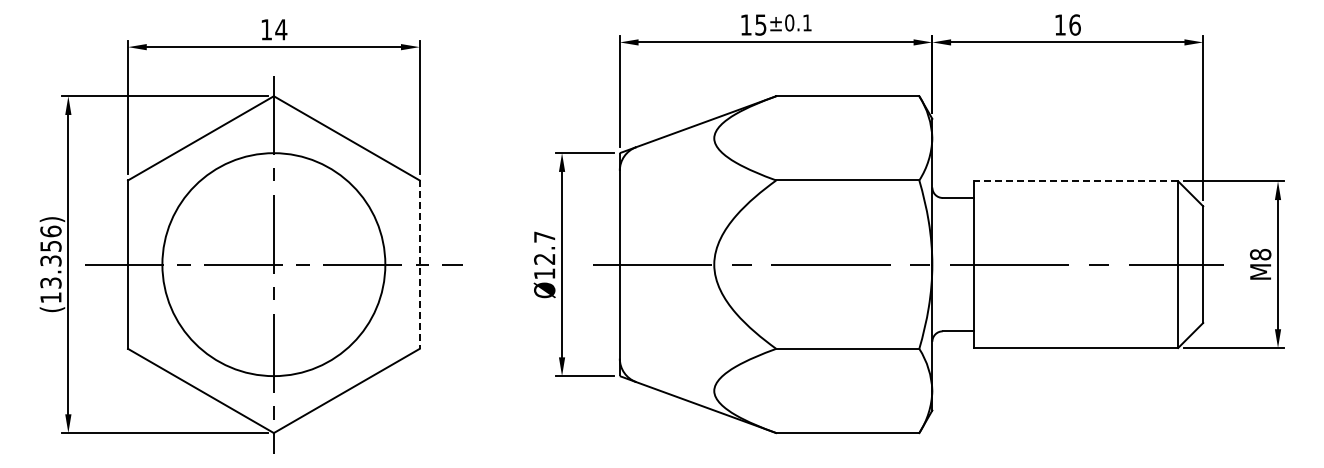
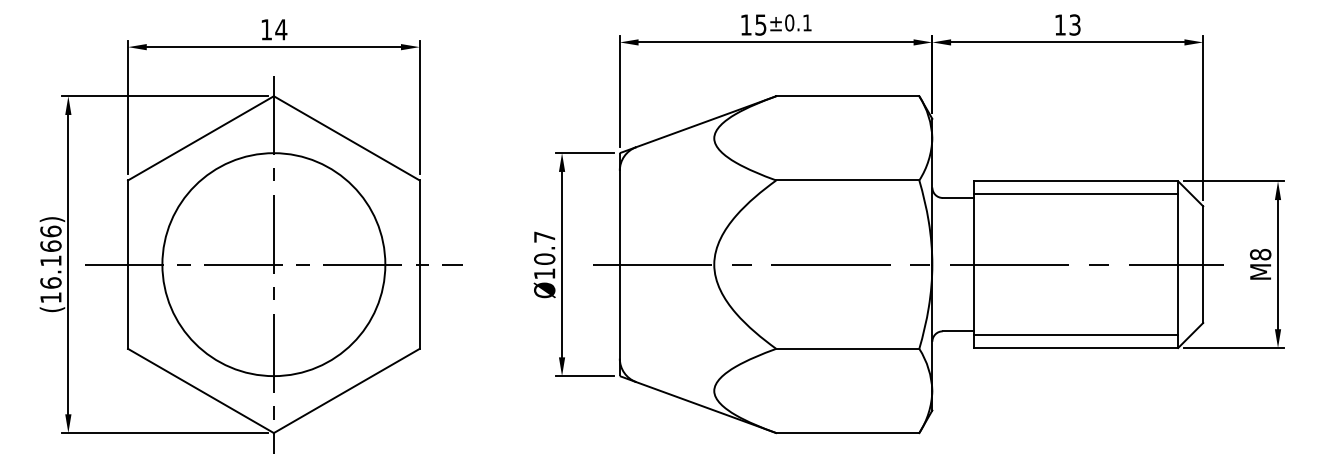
text at (1074, 24): 16 -> 13
line at (1075, 181): dashed -> solid
line at (1076, 194): none -> present
text at (544, 258): Ø12.7 -> Ø10.7
text at (50, 264): (13.356) -> (16.166)
line at (419, 265): dashed -> solid
line at (1076, 334): none -> present
